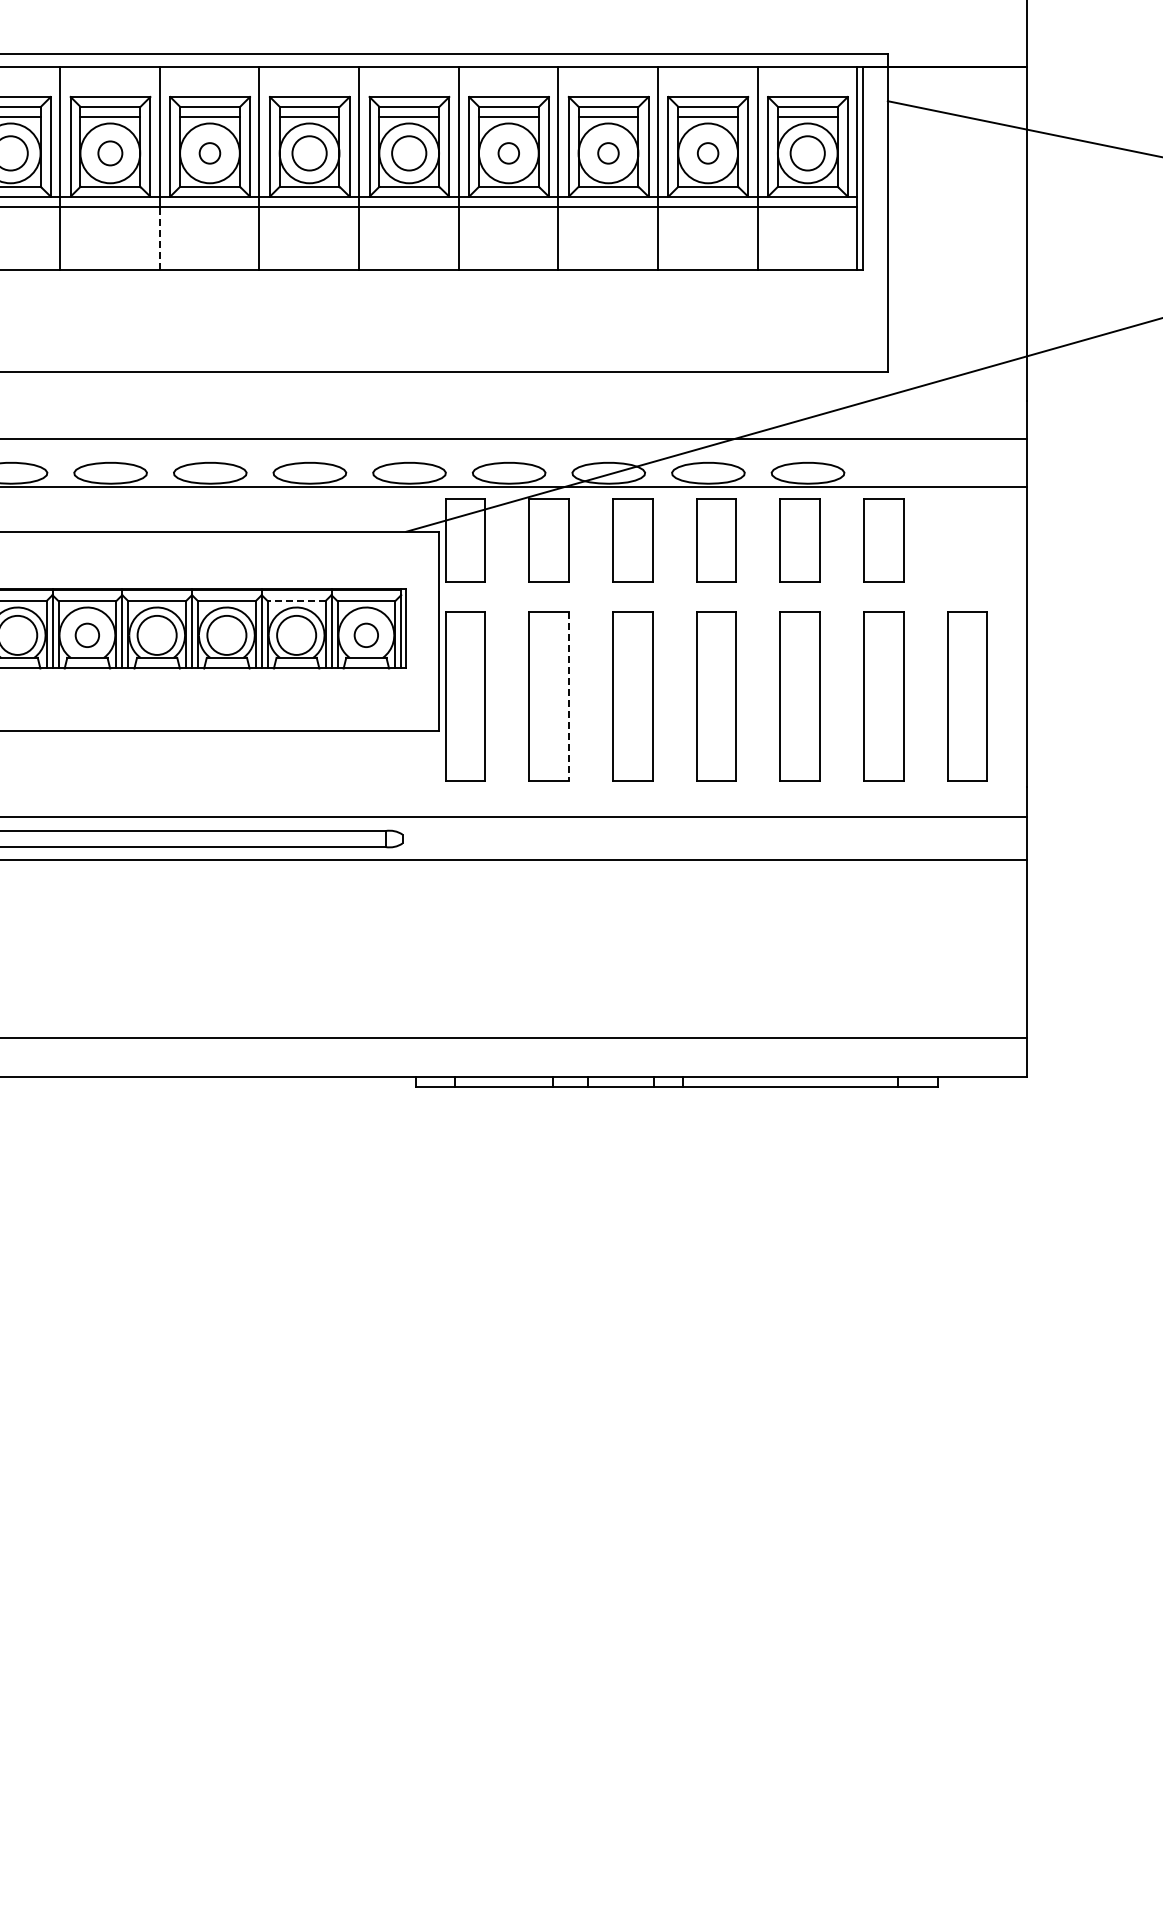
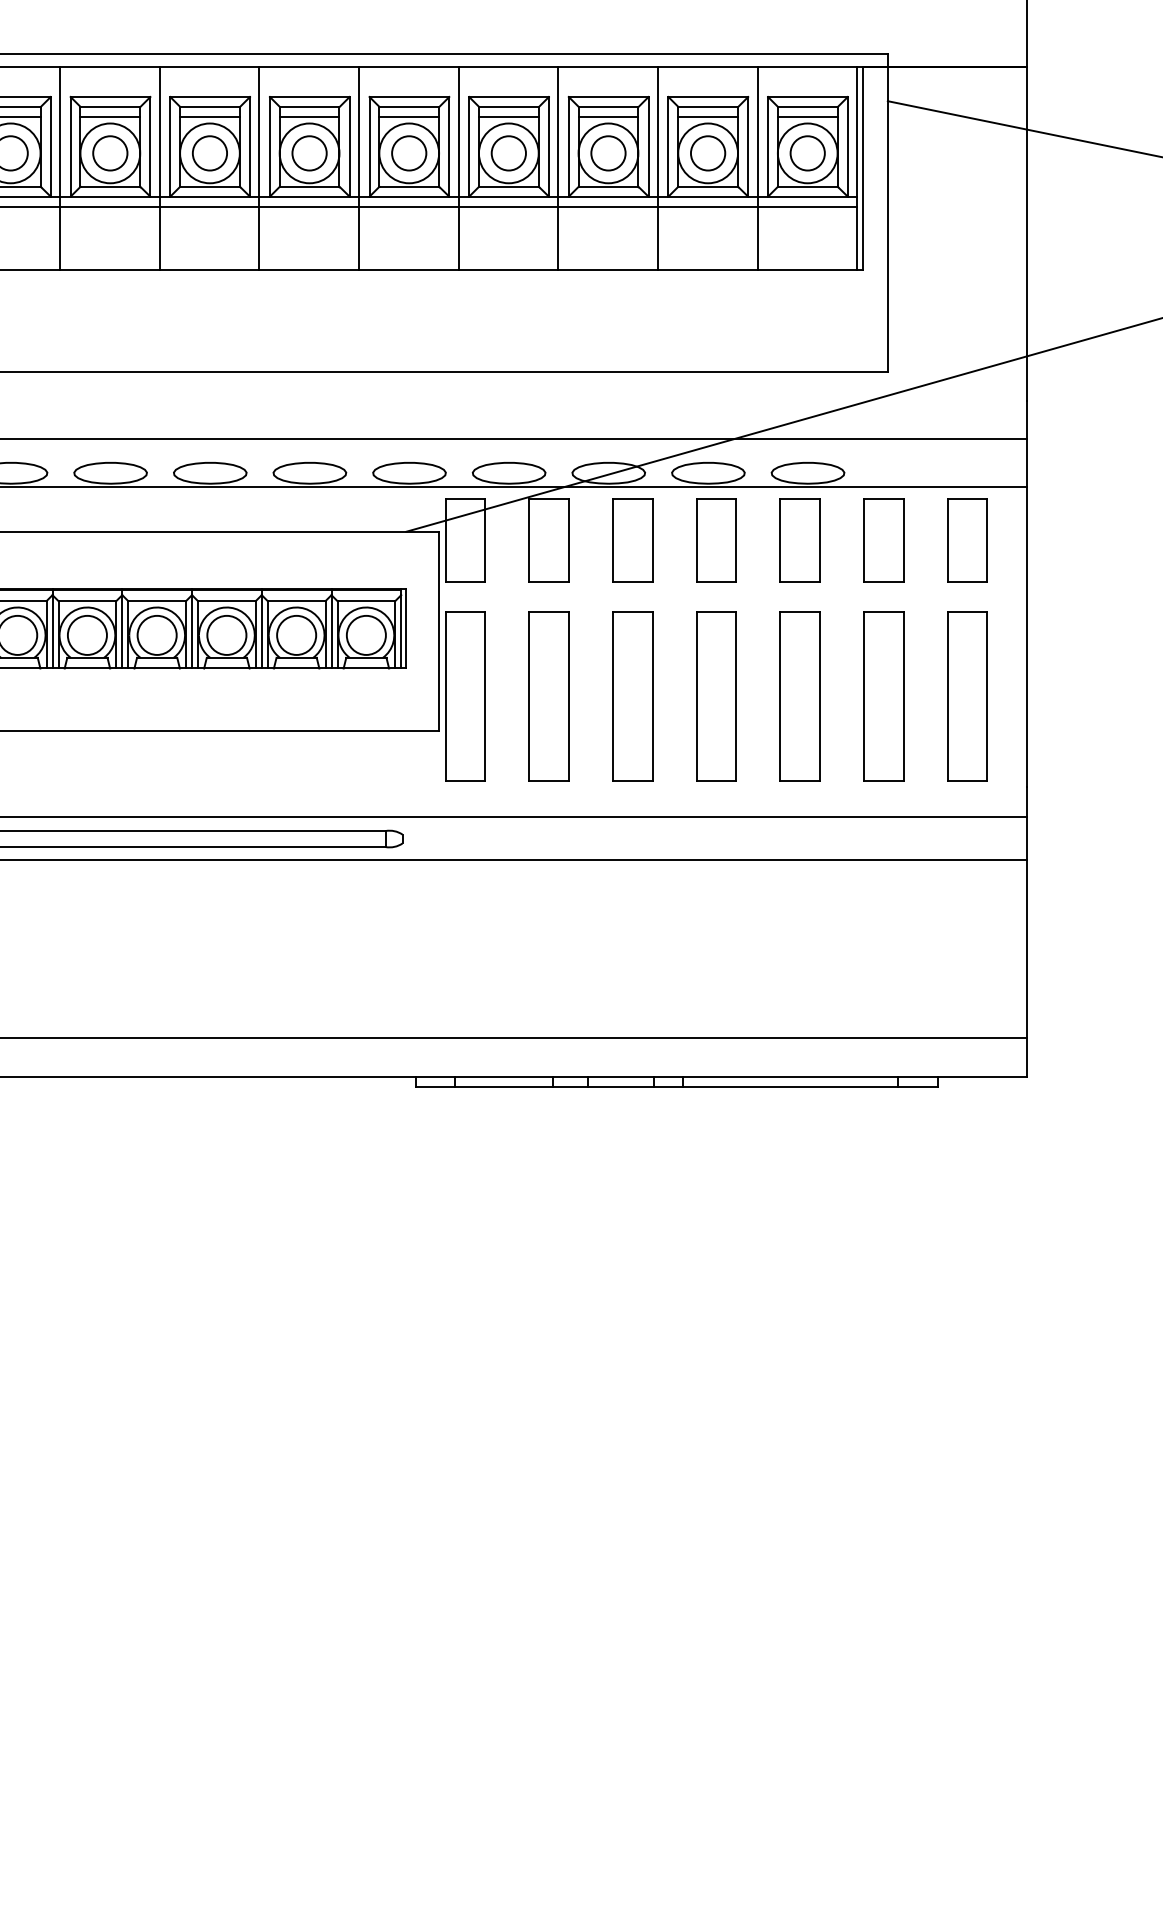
circle at (110, 153) size: 27x27 px -> 37x37 px
circle at (209, 153) diameter: 21 px -> 34 px
circle at (508, 153) diameter: 21 px -> 34 px
circle at (608, 153) diameter: 21 px -> 34 px
circle at (707, 153) diameter: 21 px -> 34 px
line at (159, 238): dashed -> solid
part at (967, 540): none -> present
line at (296, 601): dashed -> solid
circle at (87, 635) diameter: 23 px -> 39 px
circle at (366, 635) diameter: 23 px -> 39 px
line at (569, 696): dashed -> solid
